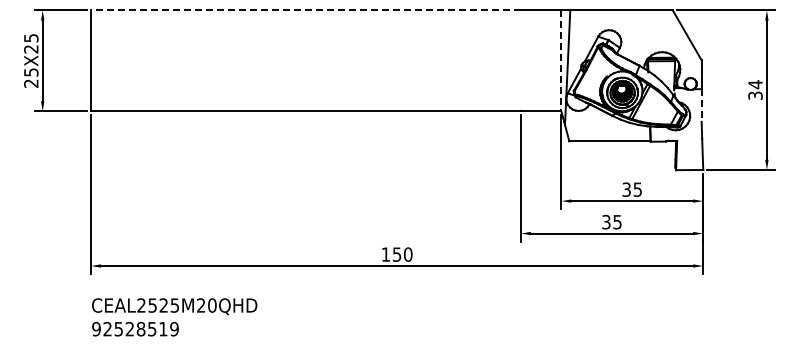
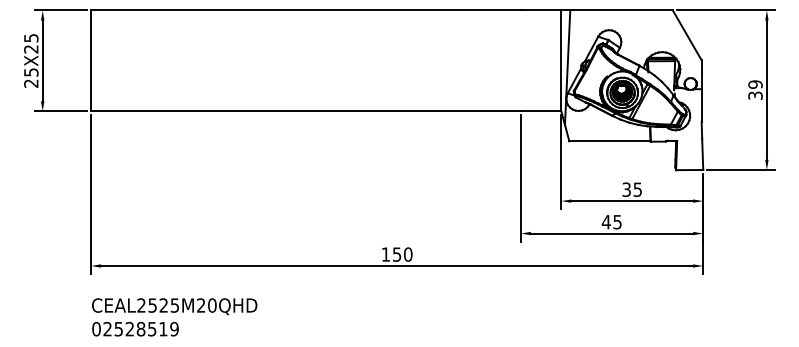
line at (305, 10): dashed -> solid
line at (561, 61): dashed -> solid
text at (755, 84): 34 -> 39
line at (701, 105): dashed -> solid
text at (605, 221): 35 -> 45
text at (96, 329): 92528519 -> 02528519
